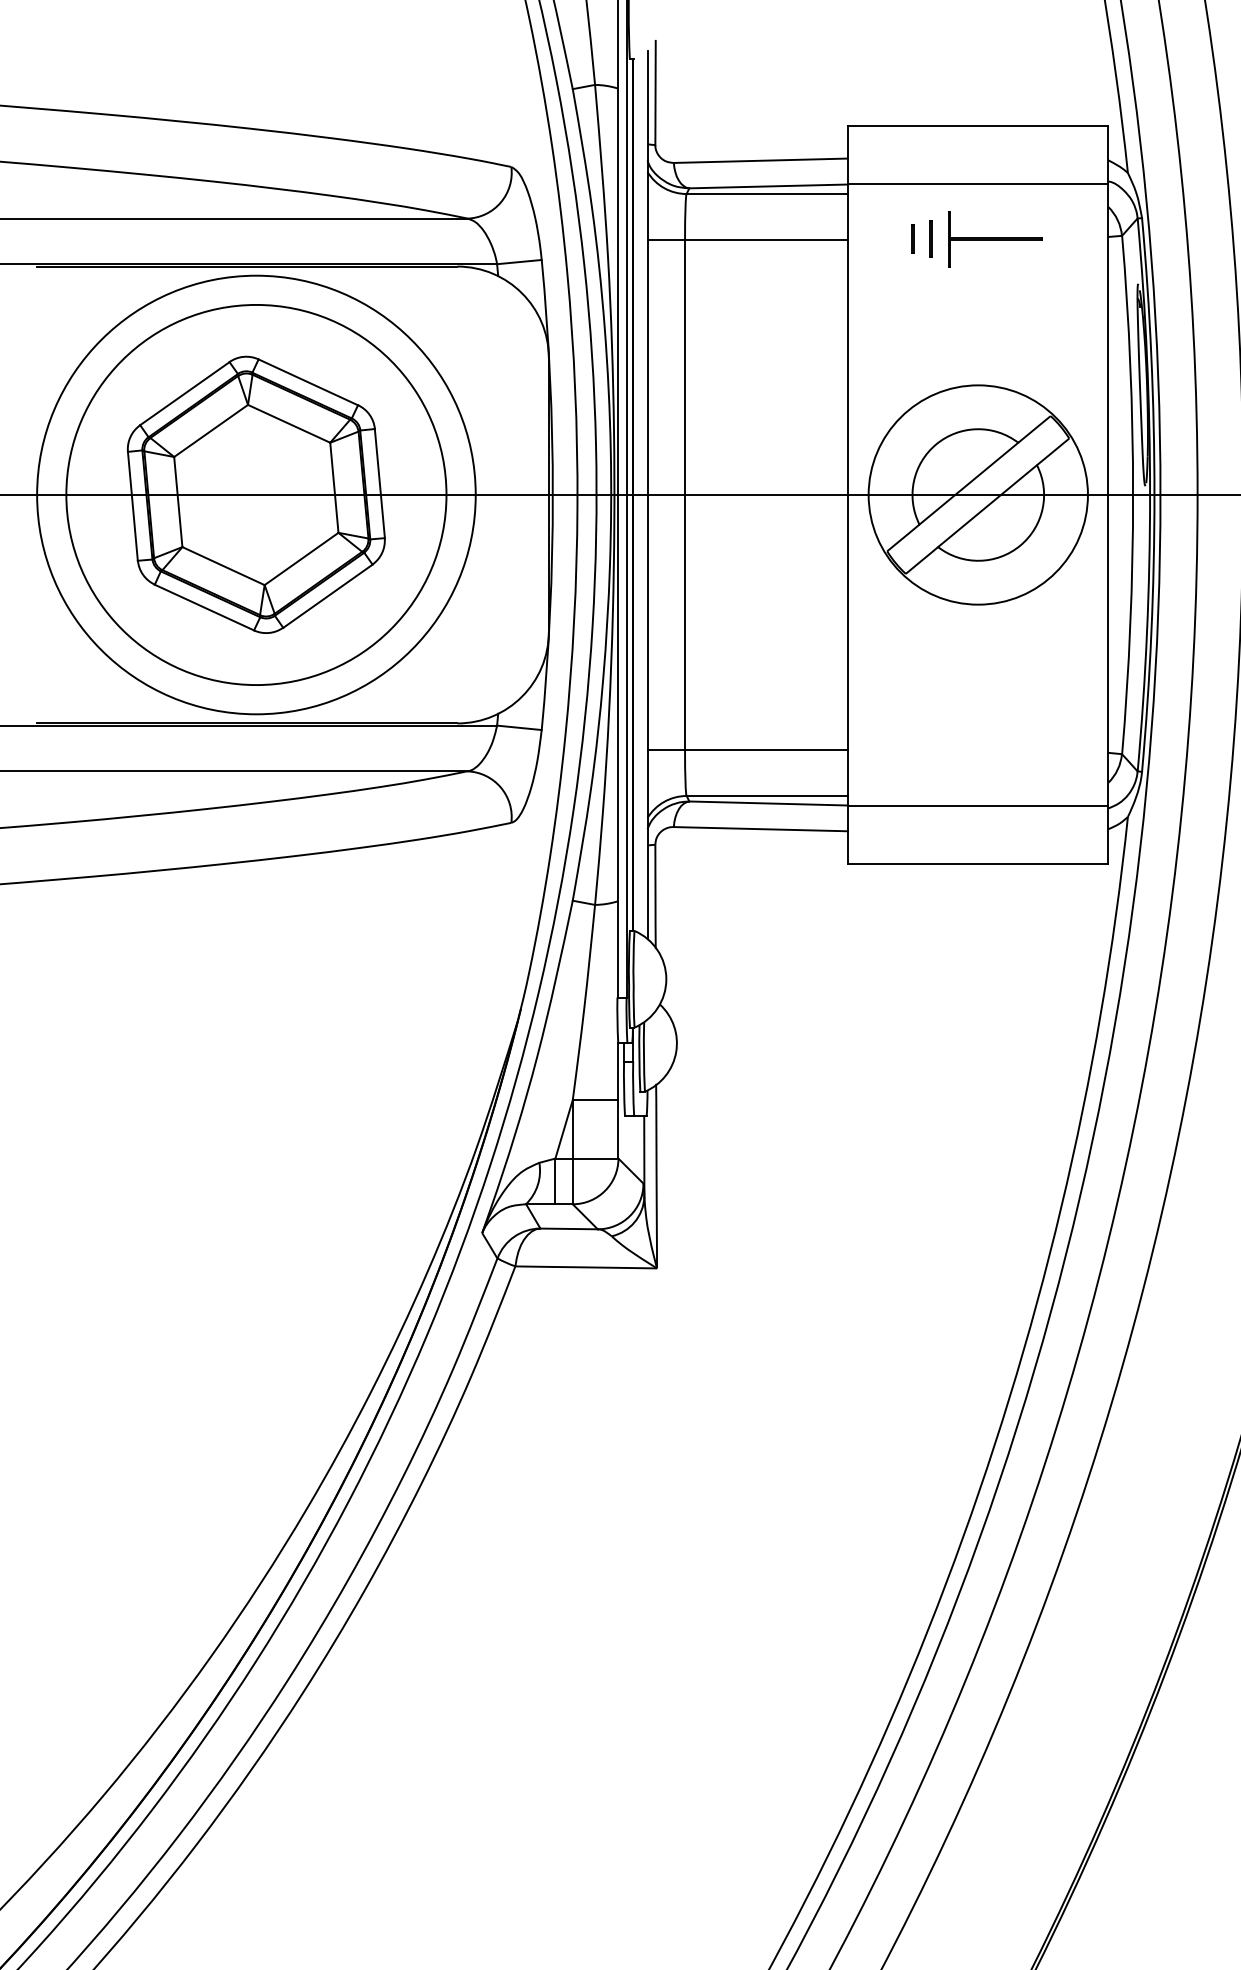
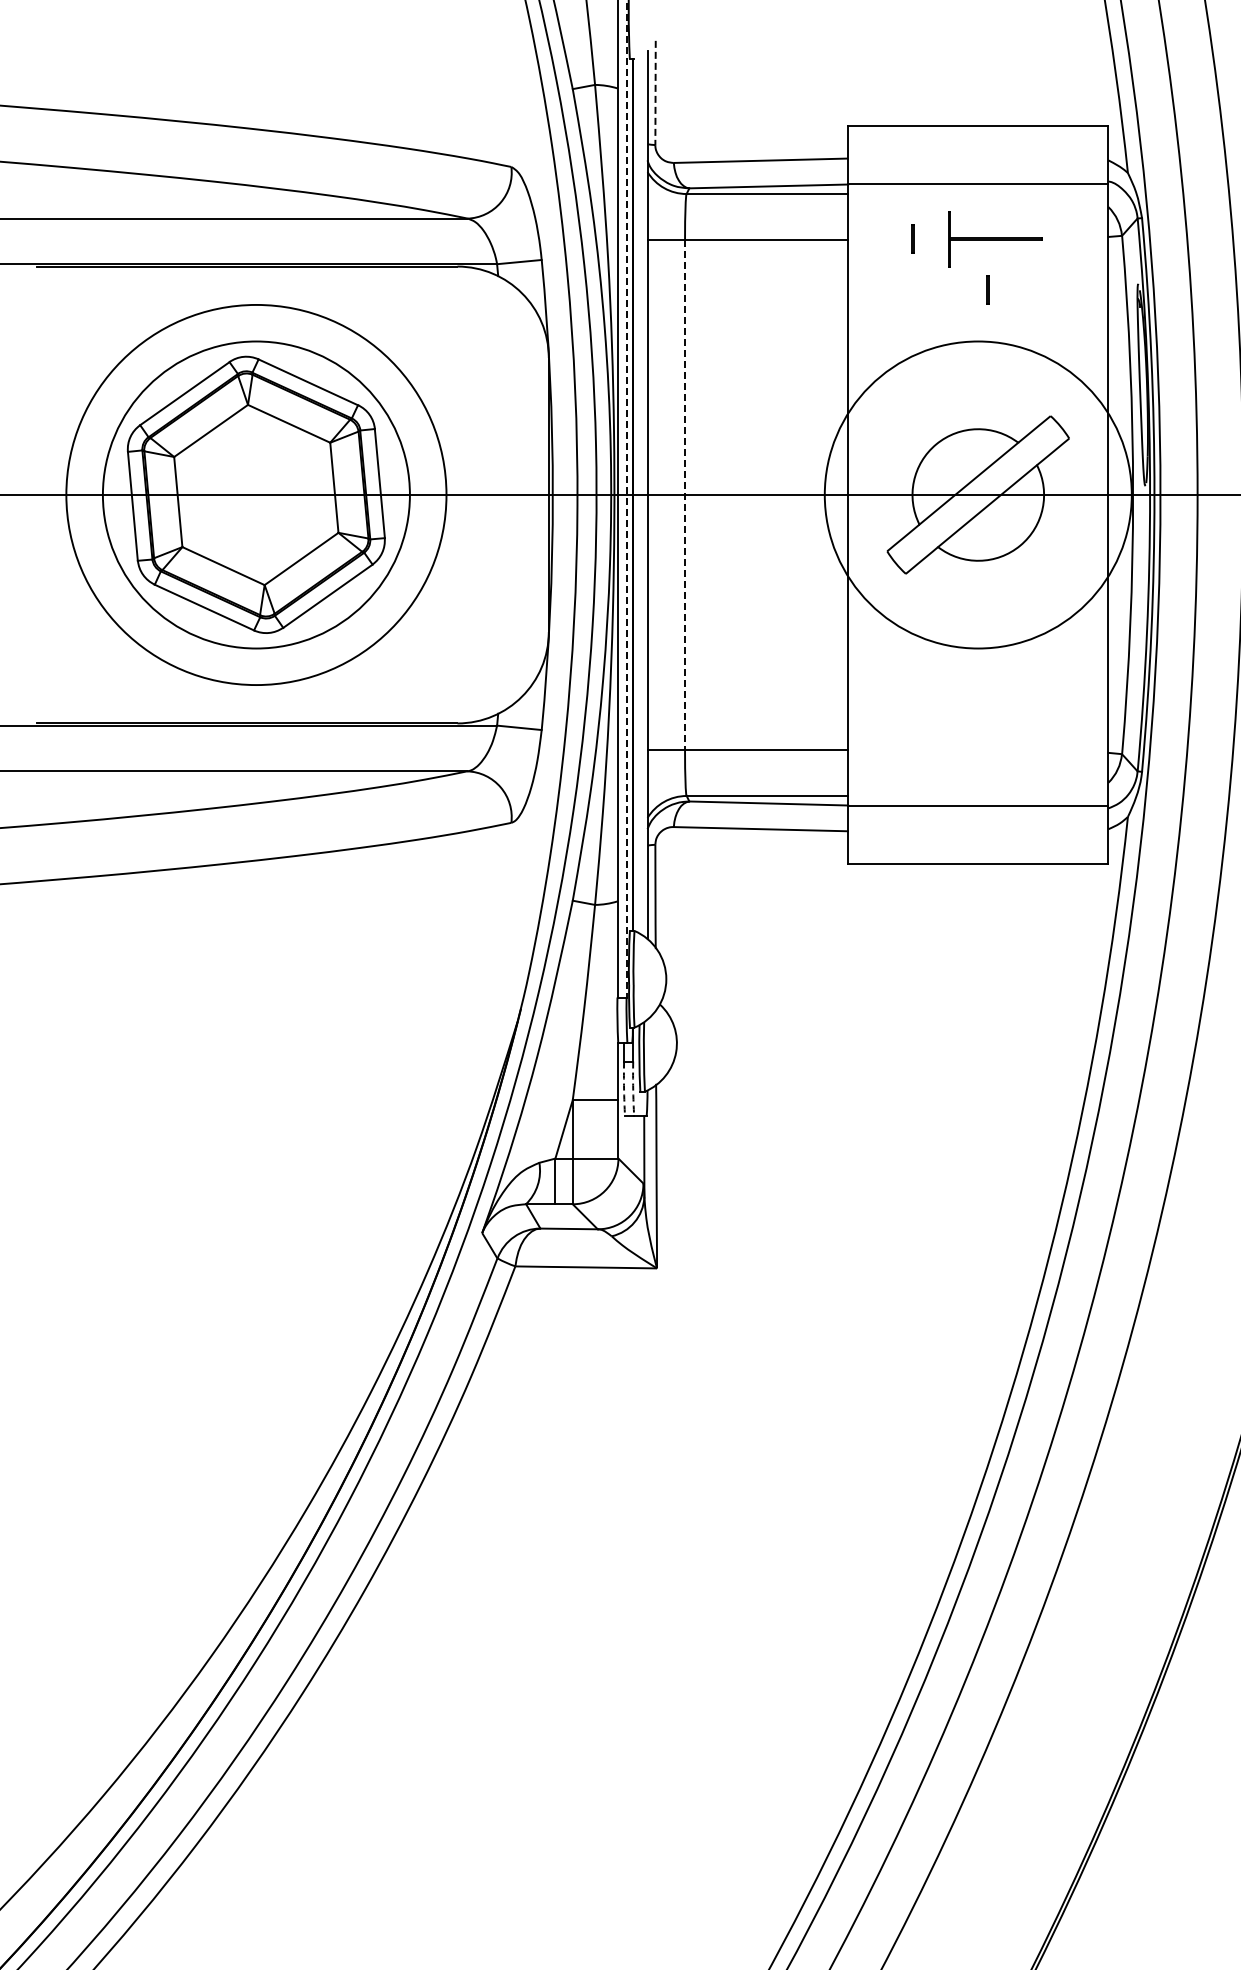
line at (655, 93): solid -> dashed
line at (930, 238): present -> none
line at (987, 289): none -> present
circle at (256, 494) diameter: 439 px -> 307 px
circle at (977, 494) diameter: 219 px -> 307 px
line at (684, 495): solid -> dashed
line at (626, 499): solid -> dashed
arc at (624, 1088): solid -> dashed
arc at (633, 1088): solid -> dashed
